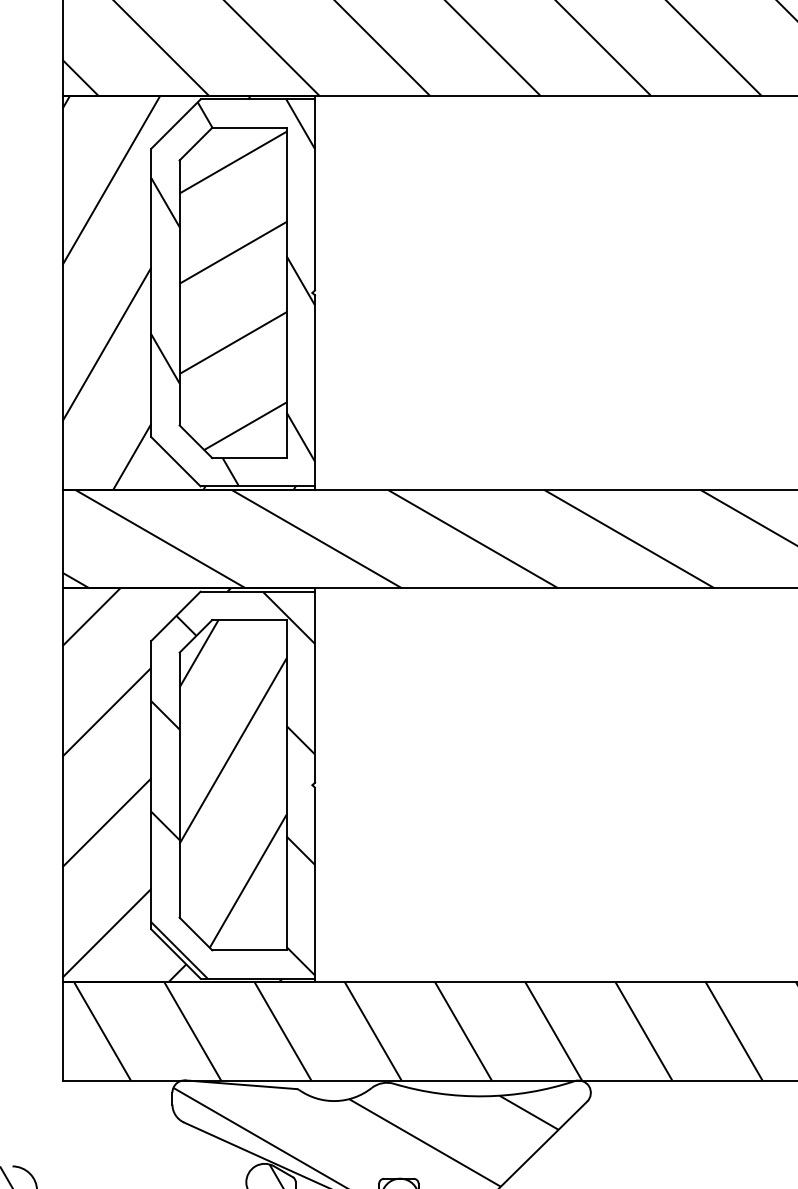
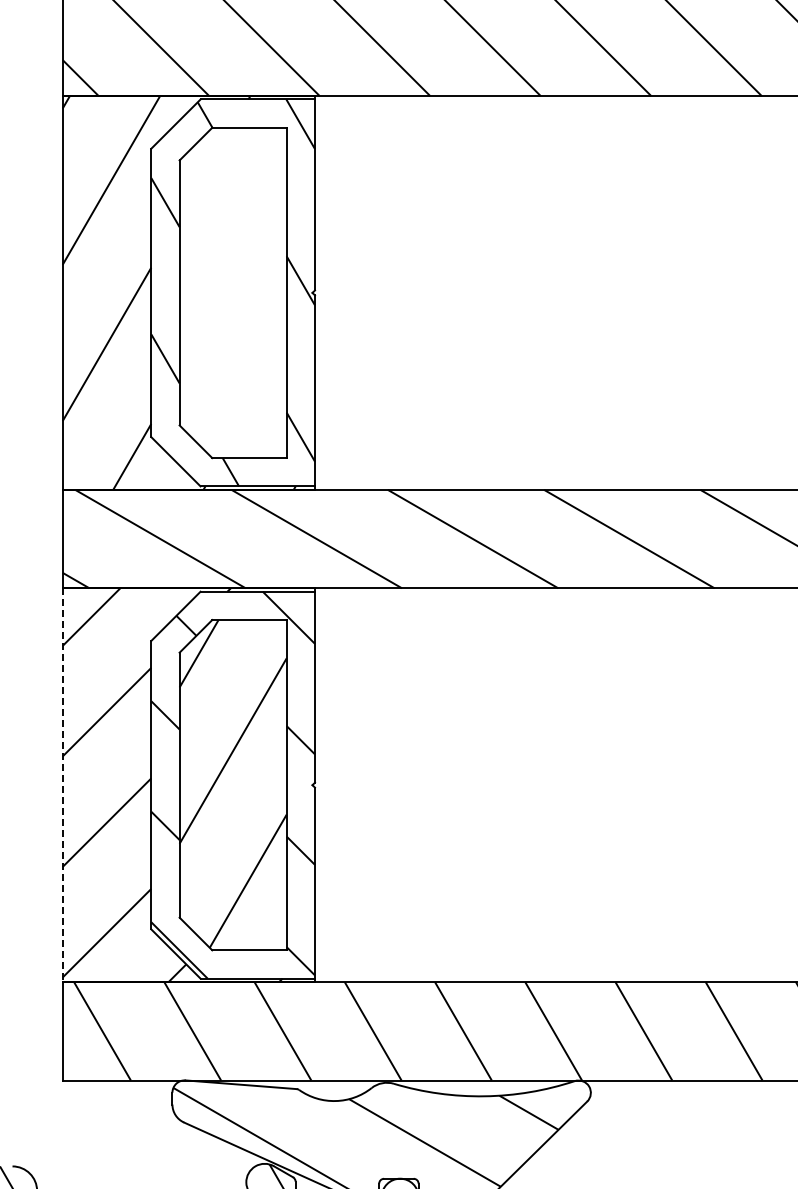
hatch at (232, 290): present -> none
line at (62, 785): solid -> dashed
